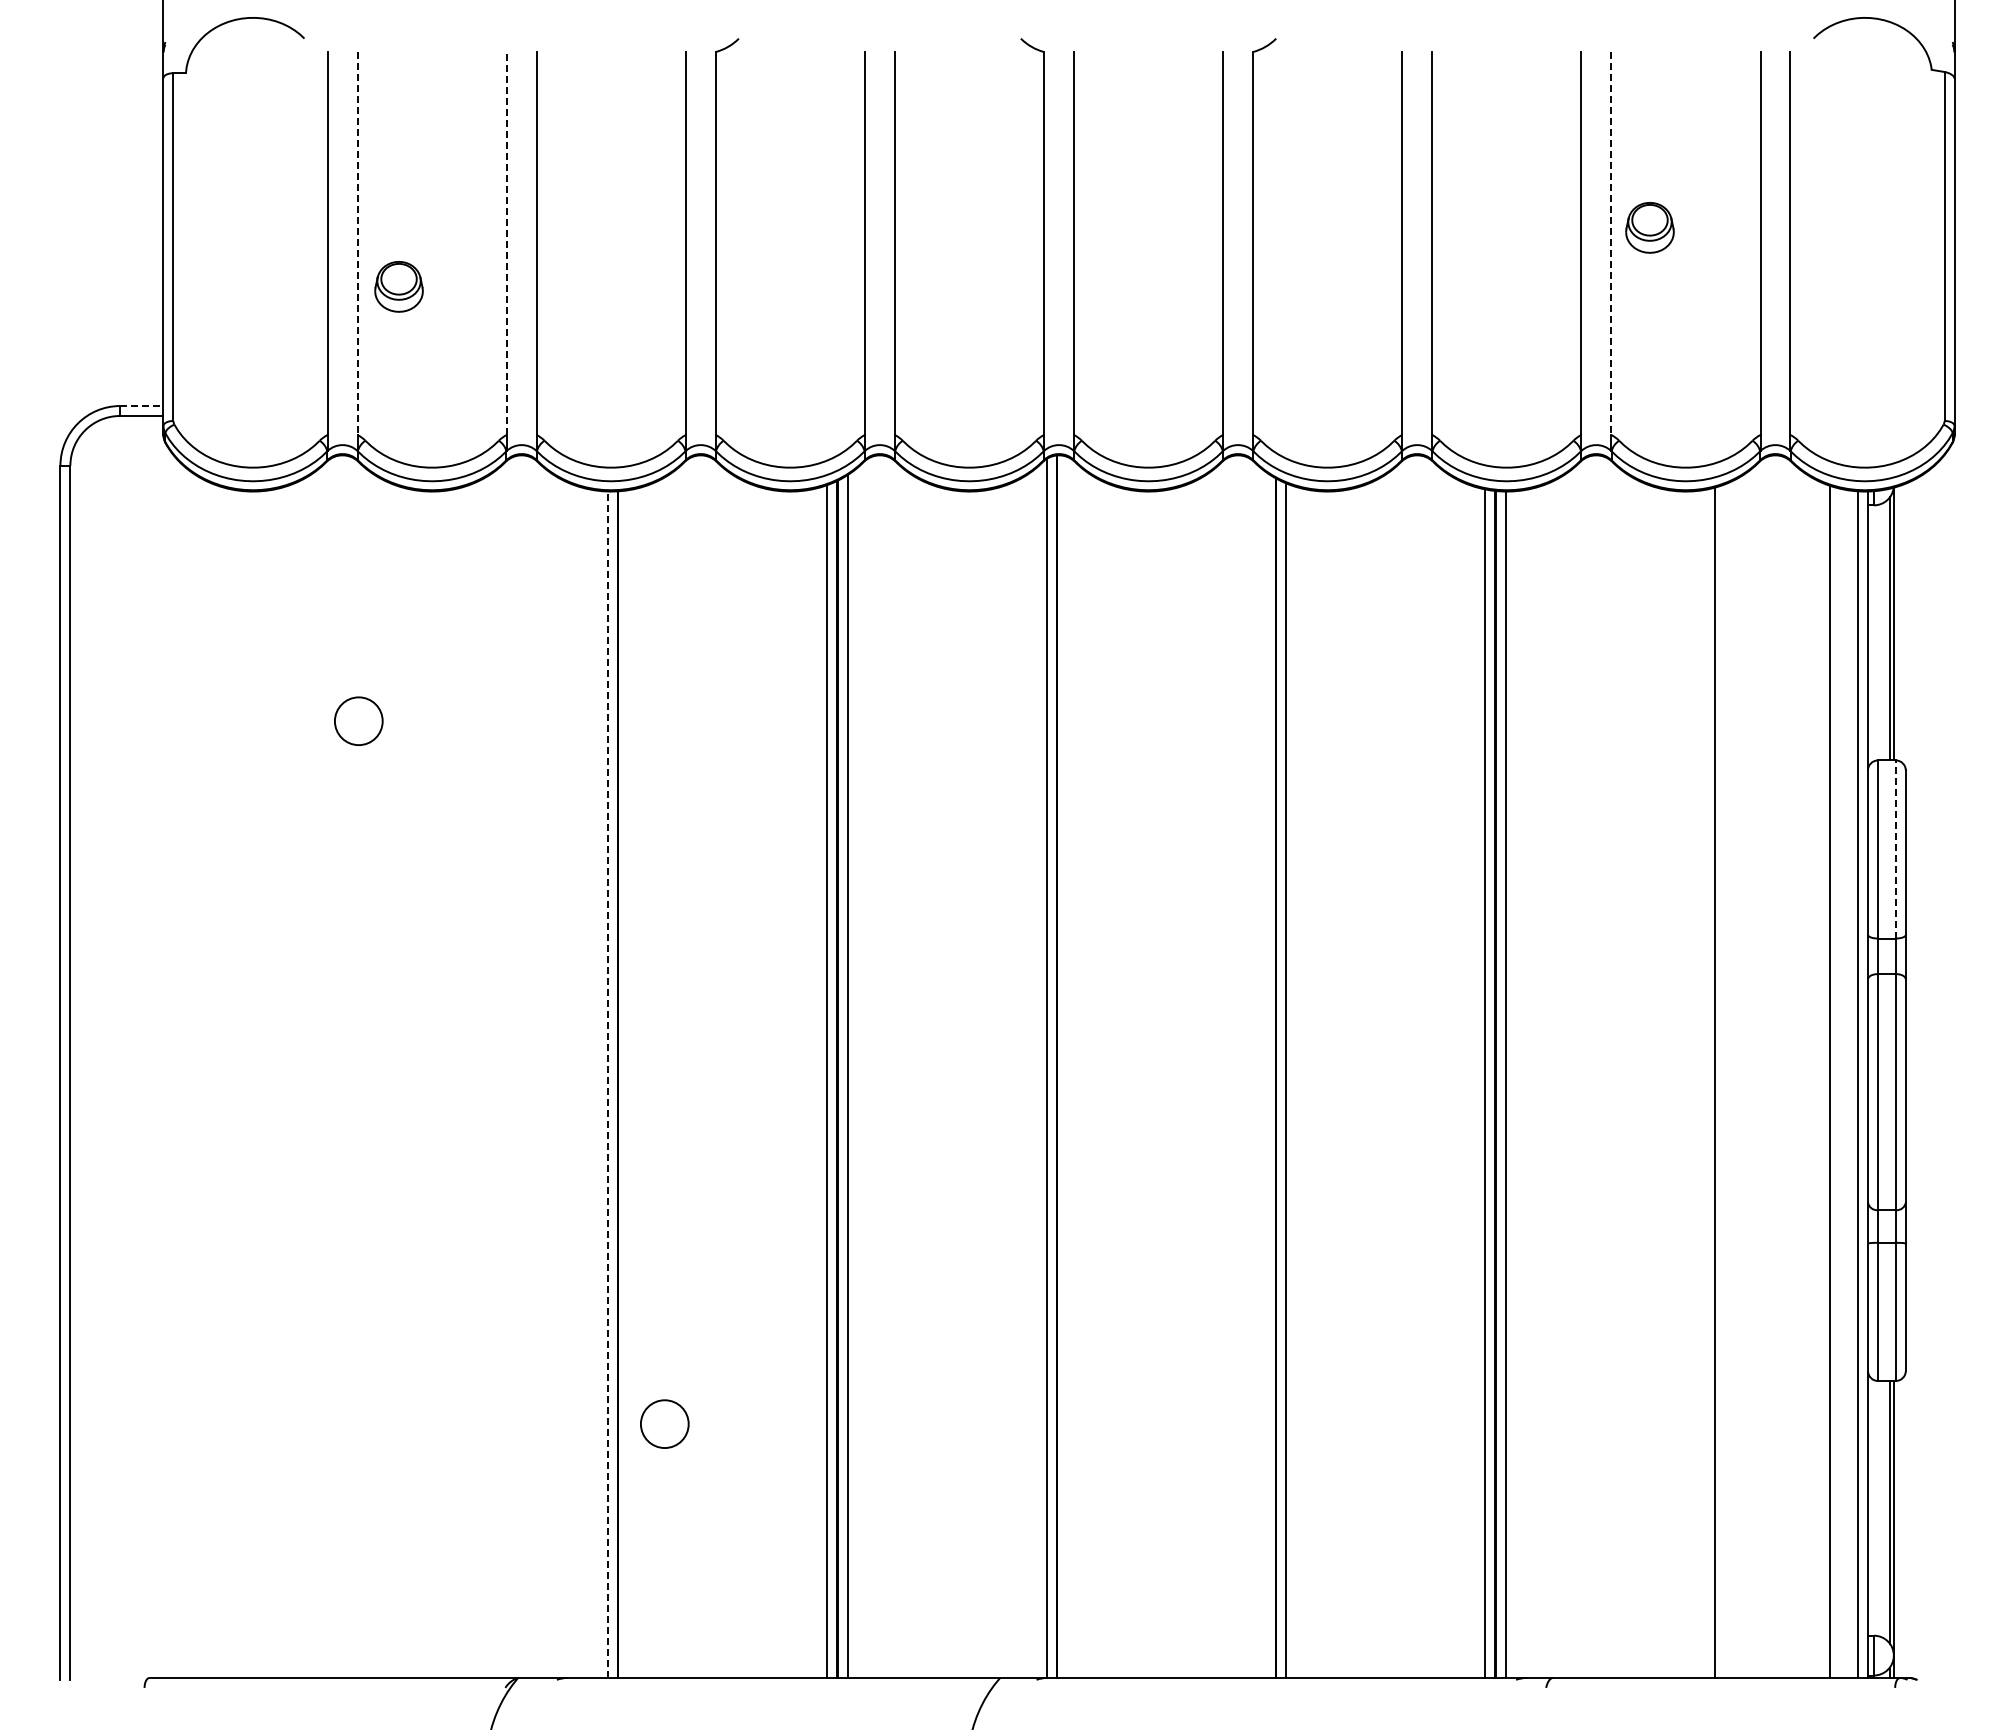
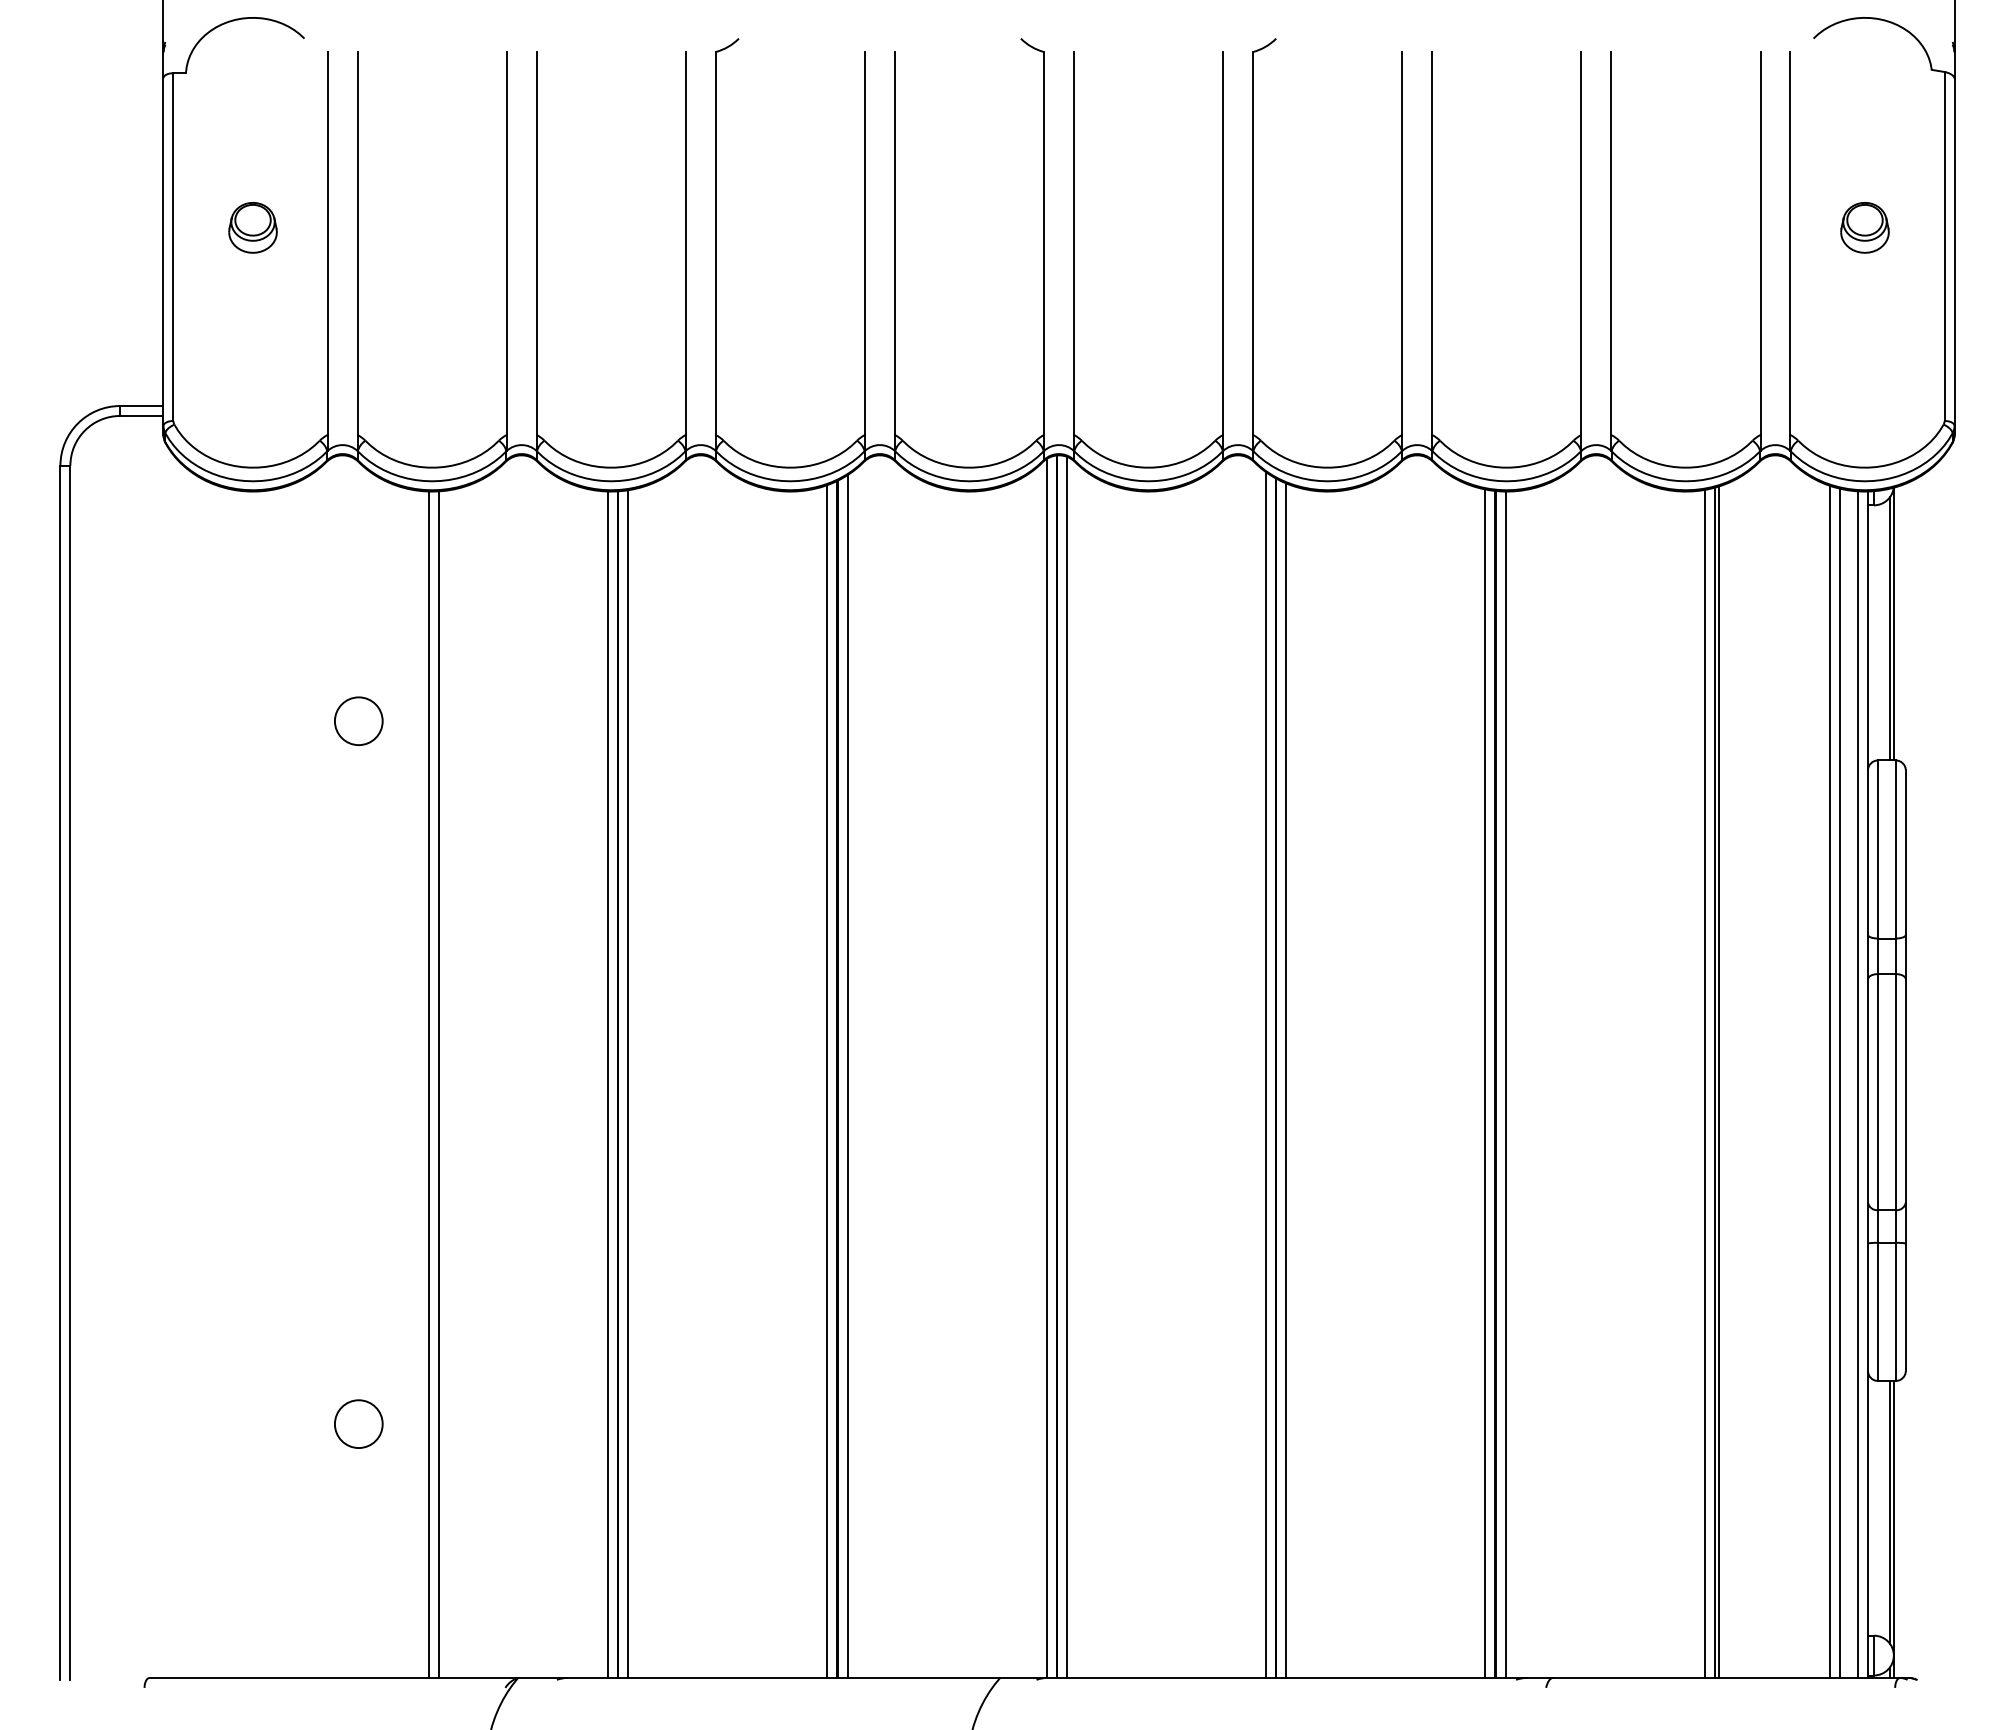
part at (1649, 227) position: (1649, 227) -> (1864, 227)
line at (506, 243): dashed -> solid
line at (357, 244): dashed -> solid
line at (1611, 244): dashed -> solid
part at (398, 286) position: (398, 286) -> (252, 227)
line at (141, 406): dashed -> solid
line at (1895, 849): dashed -> solid
line at (1067, 1066): none -> present
line at (1266, 1074): none -> present
line at (1718, 1081): none -> present
line at (1840, 1082): none -> present
line at (628, 1083): none -> present
line at (1704, 1083): none -> present
line at (428, 1084): none -> present
line at (438, 1084): none -> present
line at (607, 1084): dashed -> solid
circle at (664, 1423) position: (664, 1423) -> (358, 1423)
